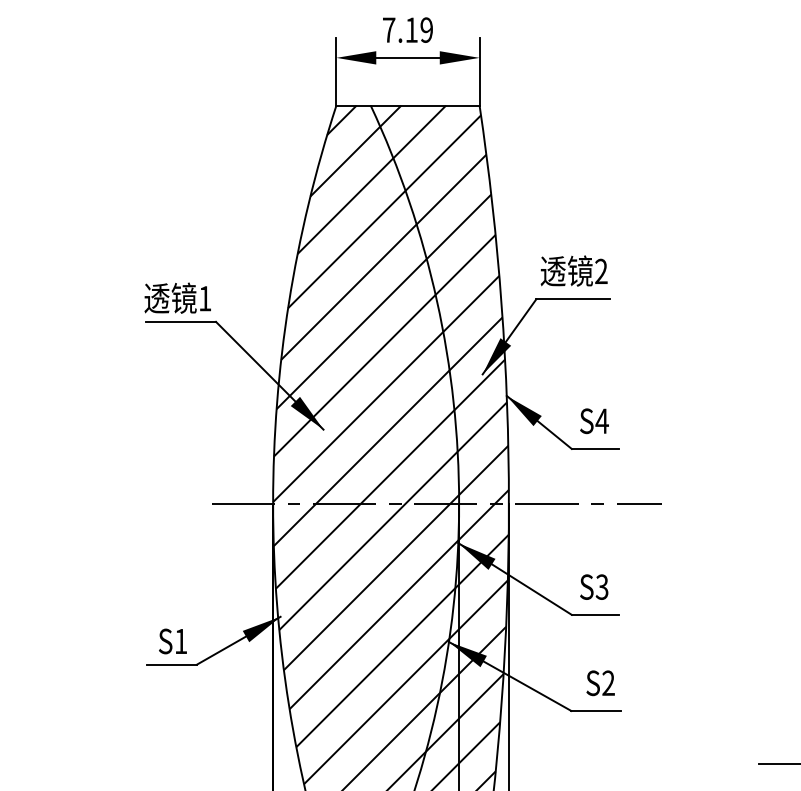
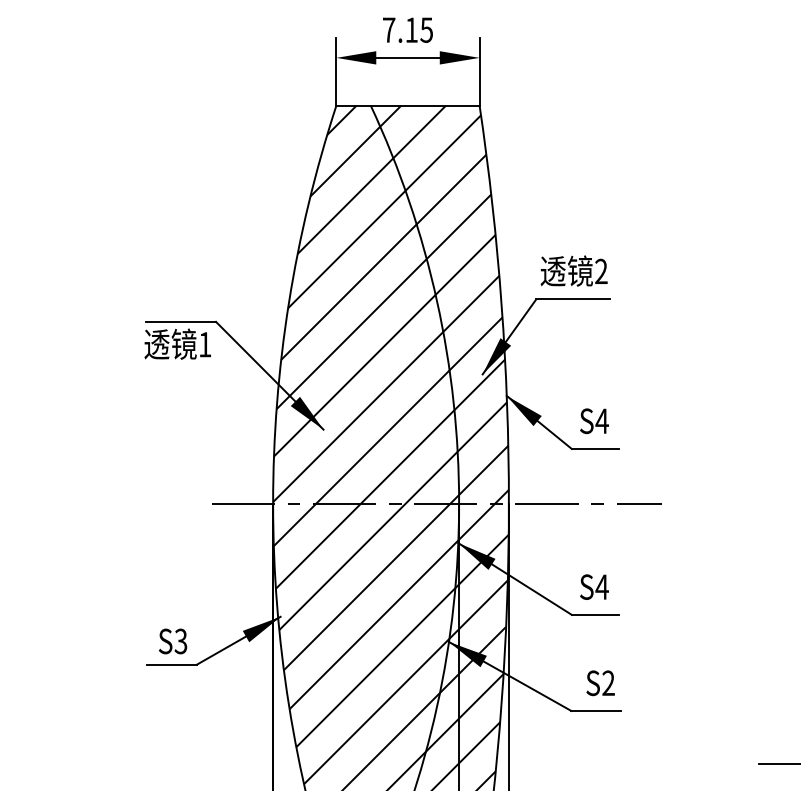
text at (426, 29): 7.19 -> 7.15
text at (177, 297) position: (177, 297) -> (177, 343)
text at (601, 586): S3 -> S4
text at (180, 641): S1 -> S3
